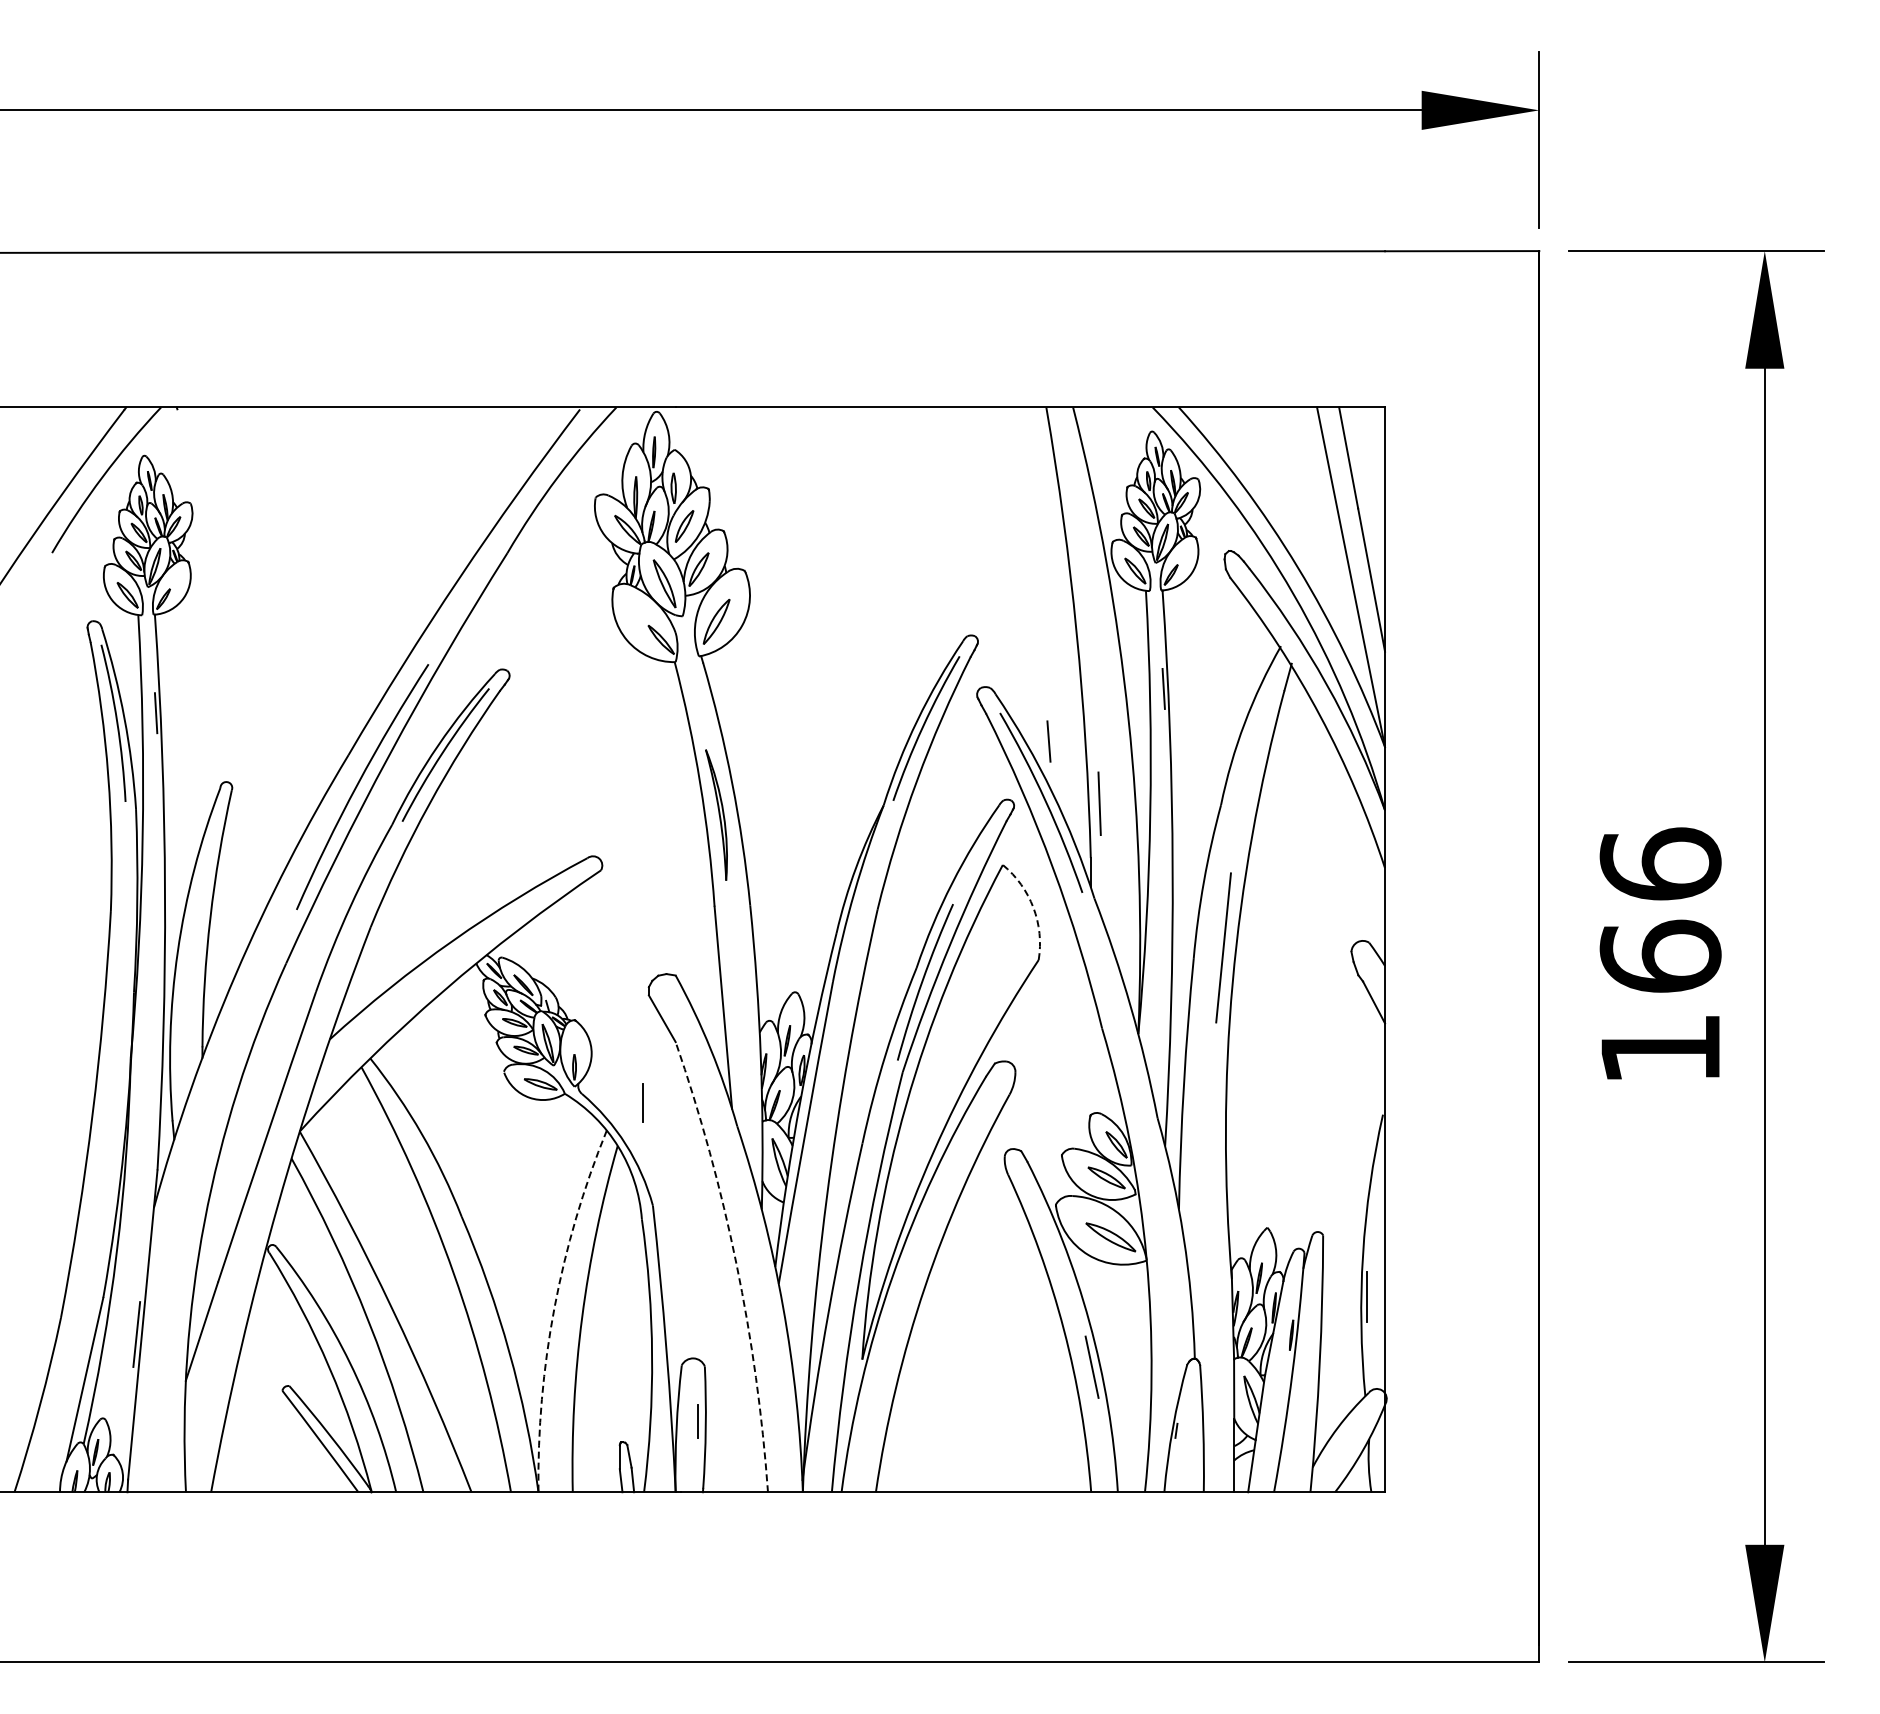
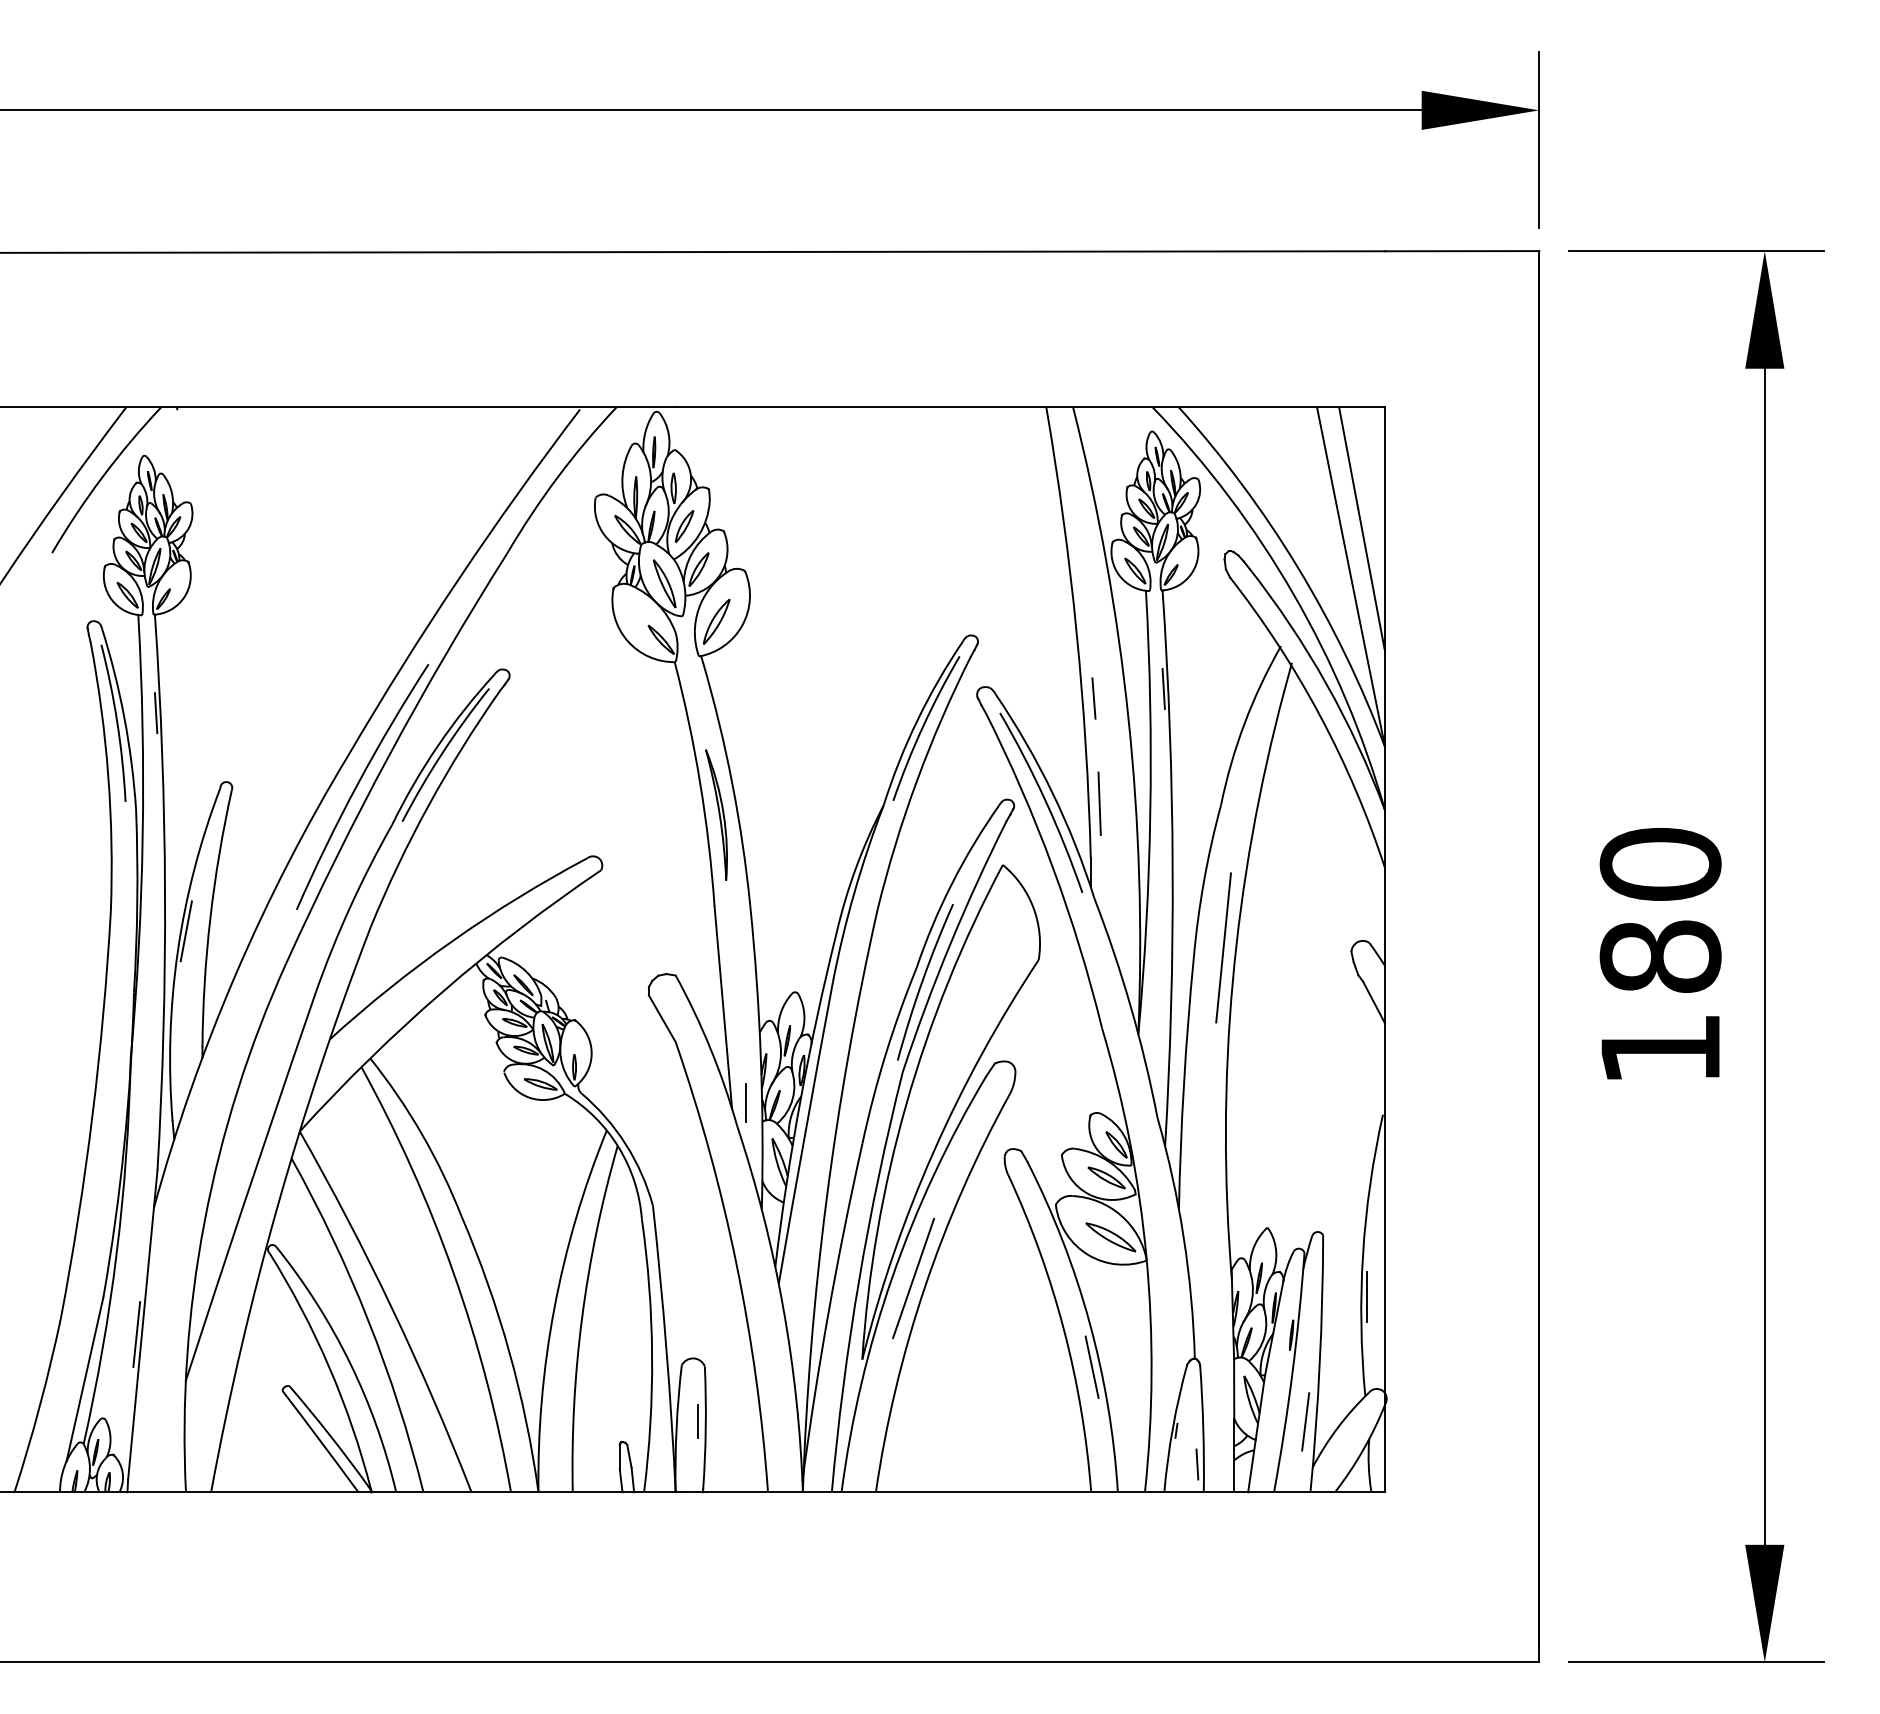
line at (1048, 741) position: (1048, 741) -> (1093, 698)
arc at (1033, 907): dashed -> solid
text at (1660, 909): 166 -> 180
line at (185, 931): none -> present
line at (642, 1102) position: (642, 1102) -> (745, 1102)
arc at (736, 1264): dashed -> solid
line at (913, 1278): none -> present
arc at (554, 1307): dashed -> solid
line at (1305, 1421): none -> present
line at (1197, 1464): none -> present
